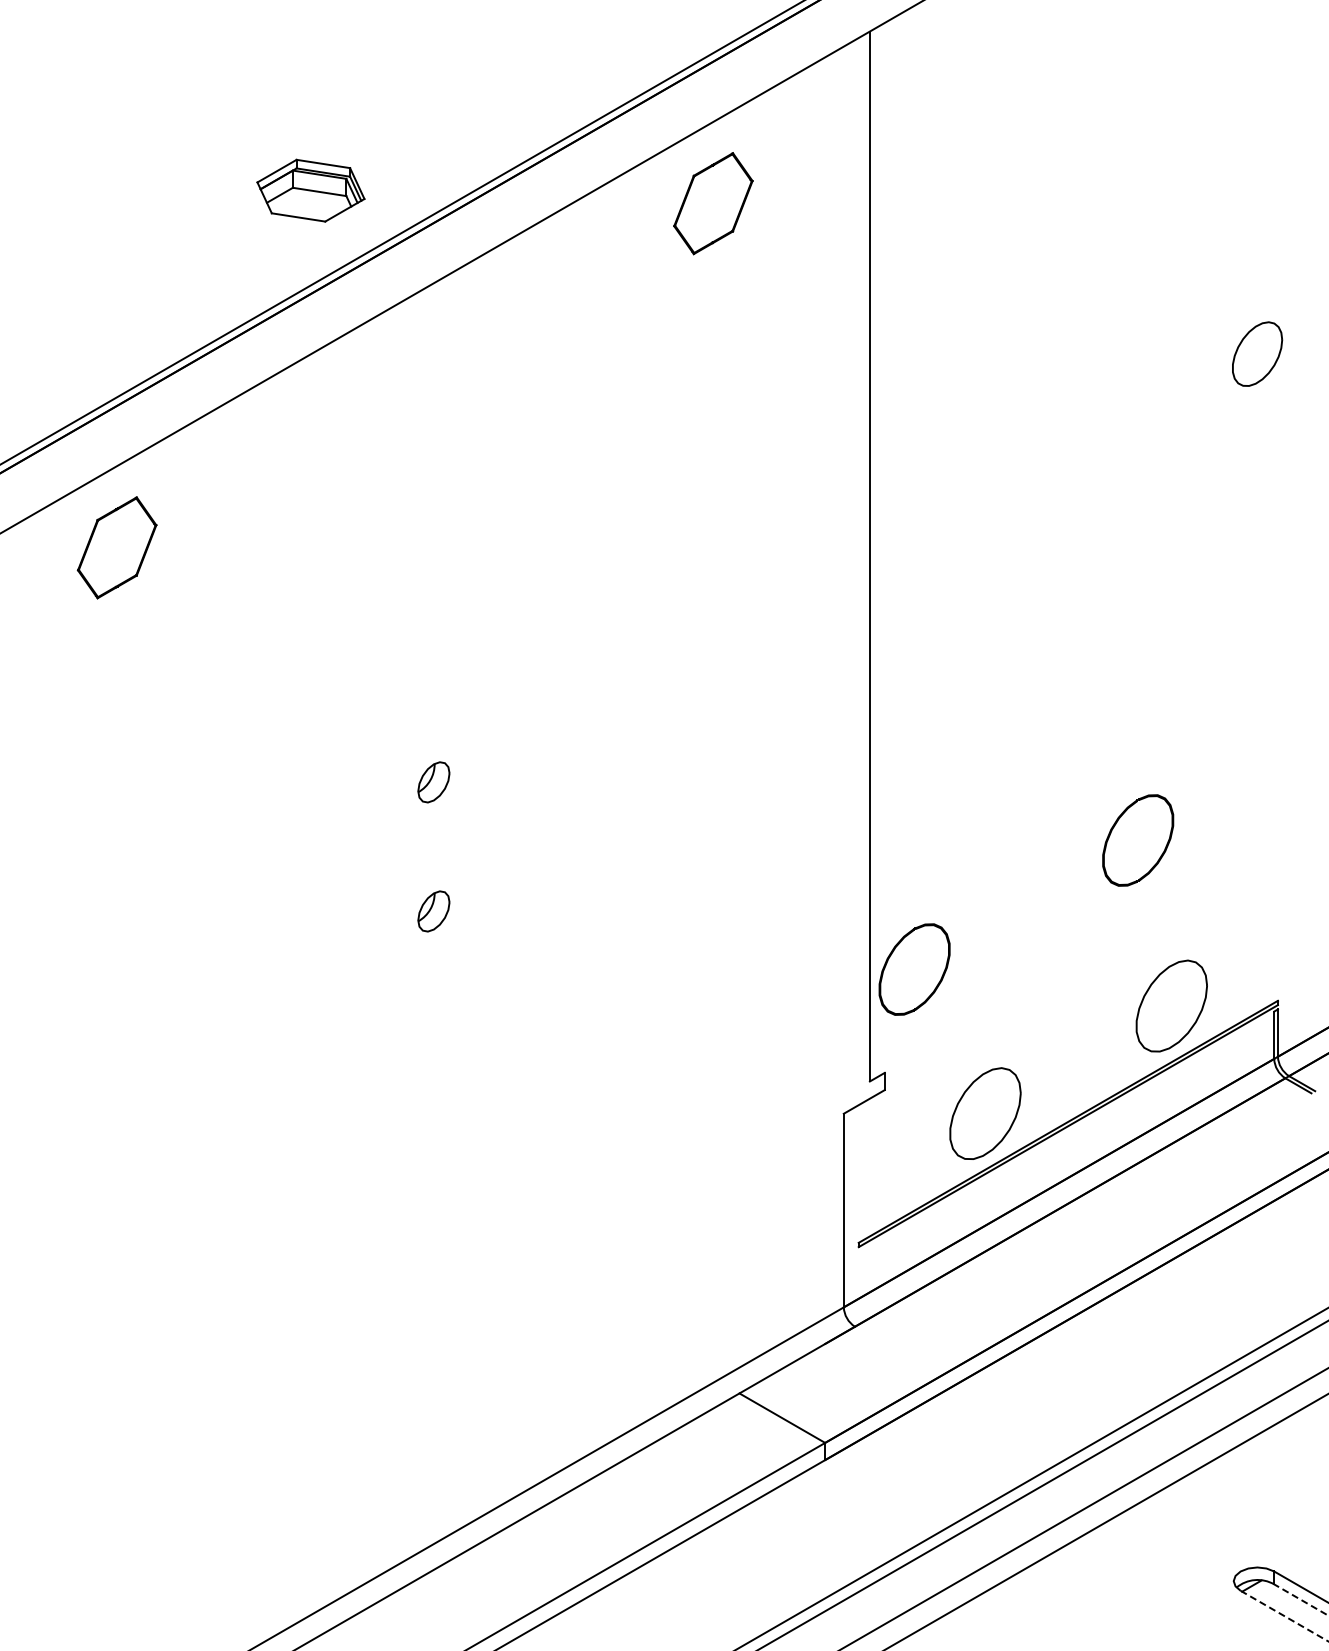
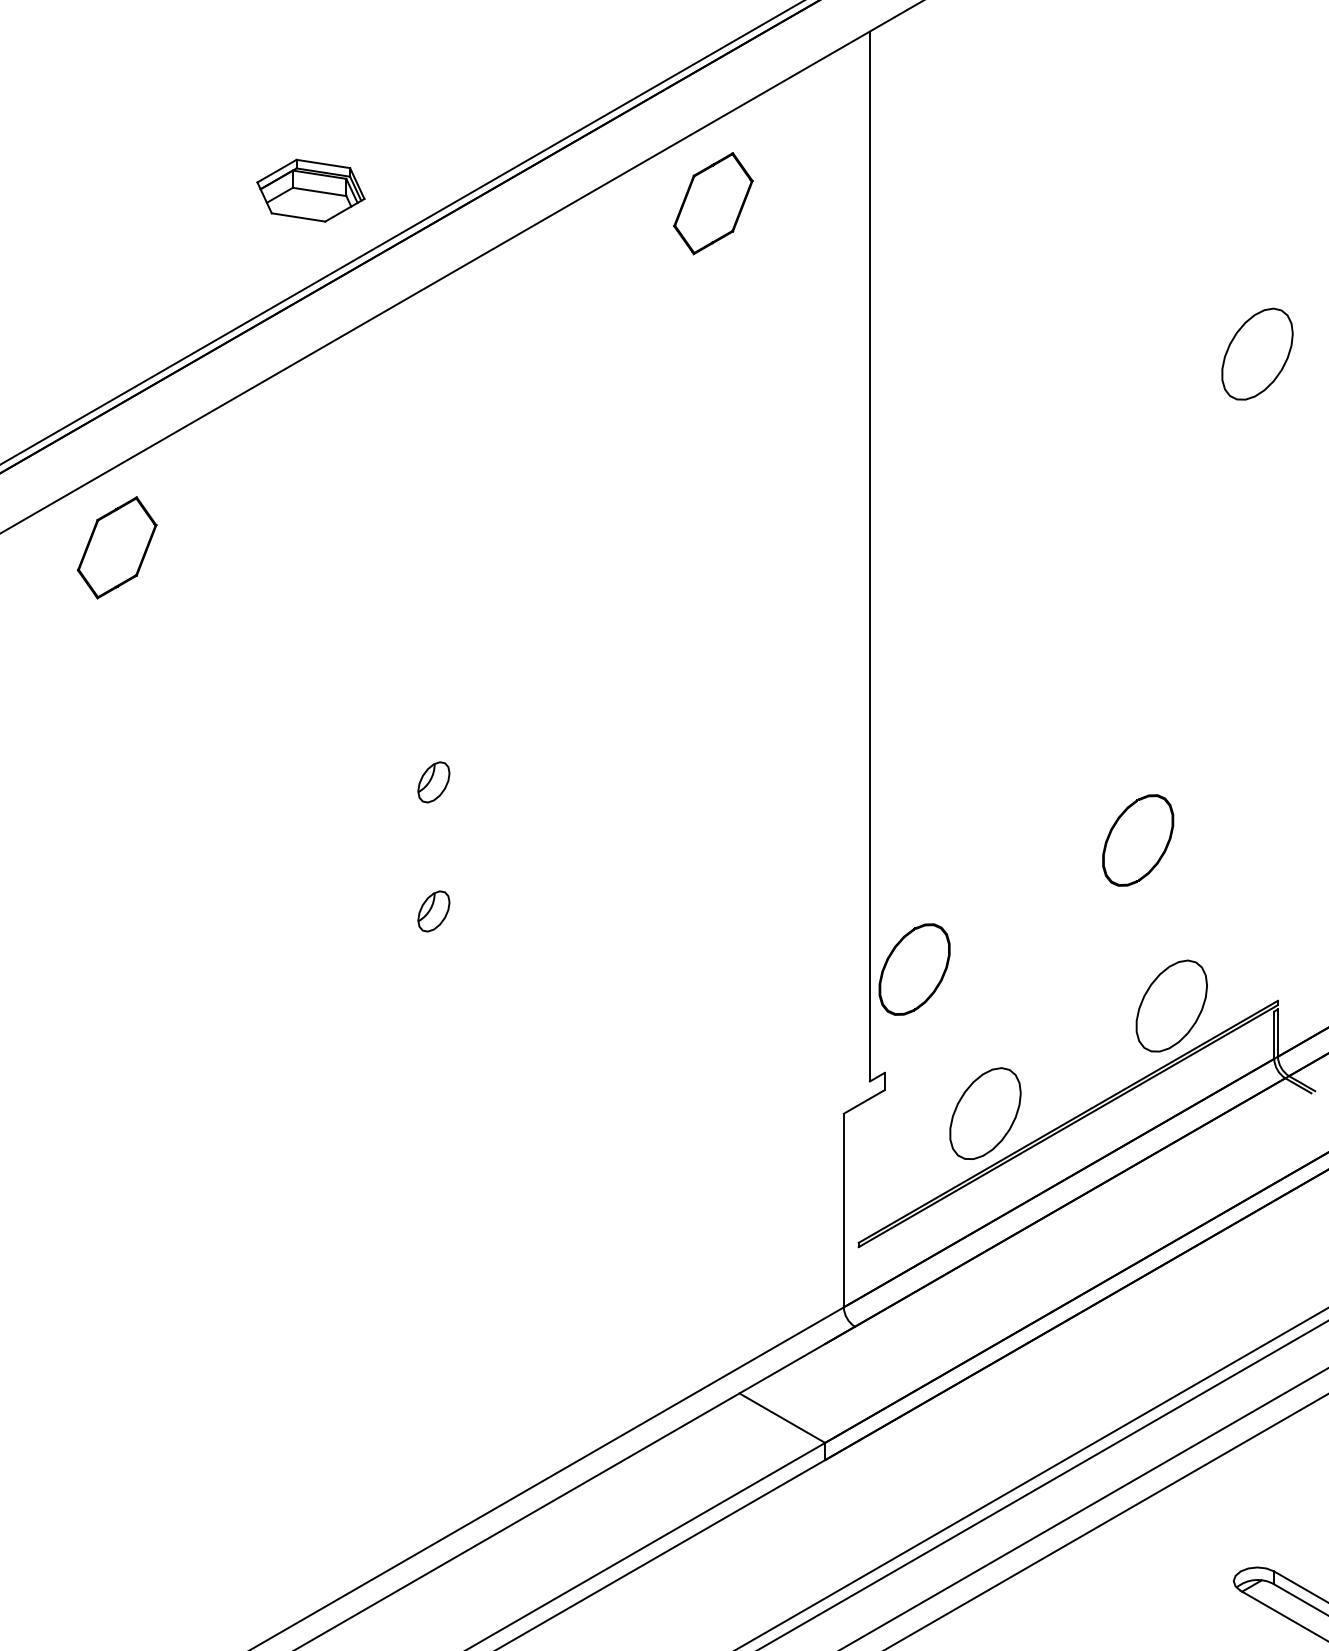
part at (1257, 353) size: 52x66 px -> 73x94 px
line at (1301, 1599): dashed -> solid
line at (1284, 1616): dashed -> solid
